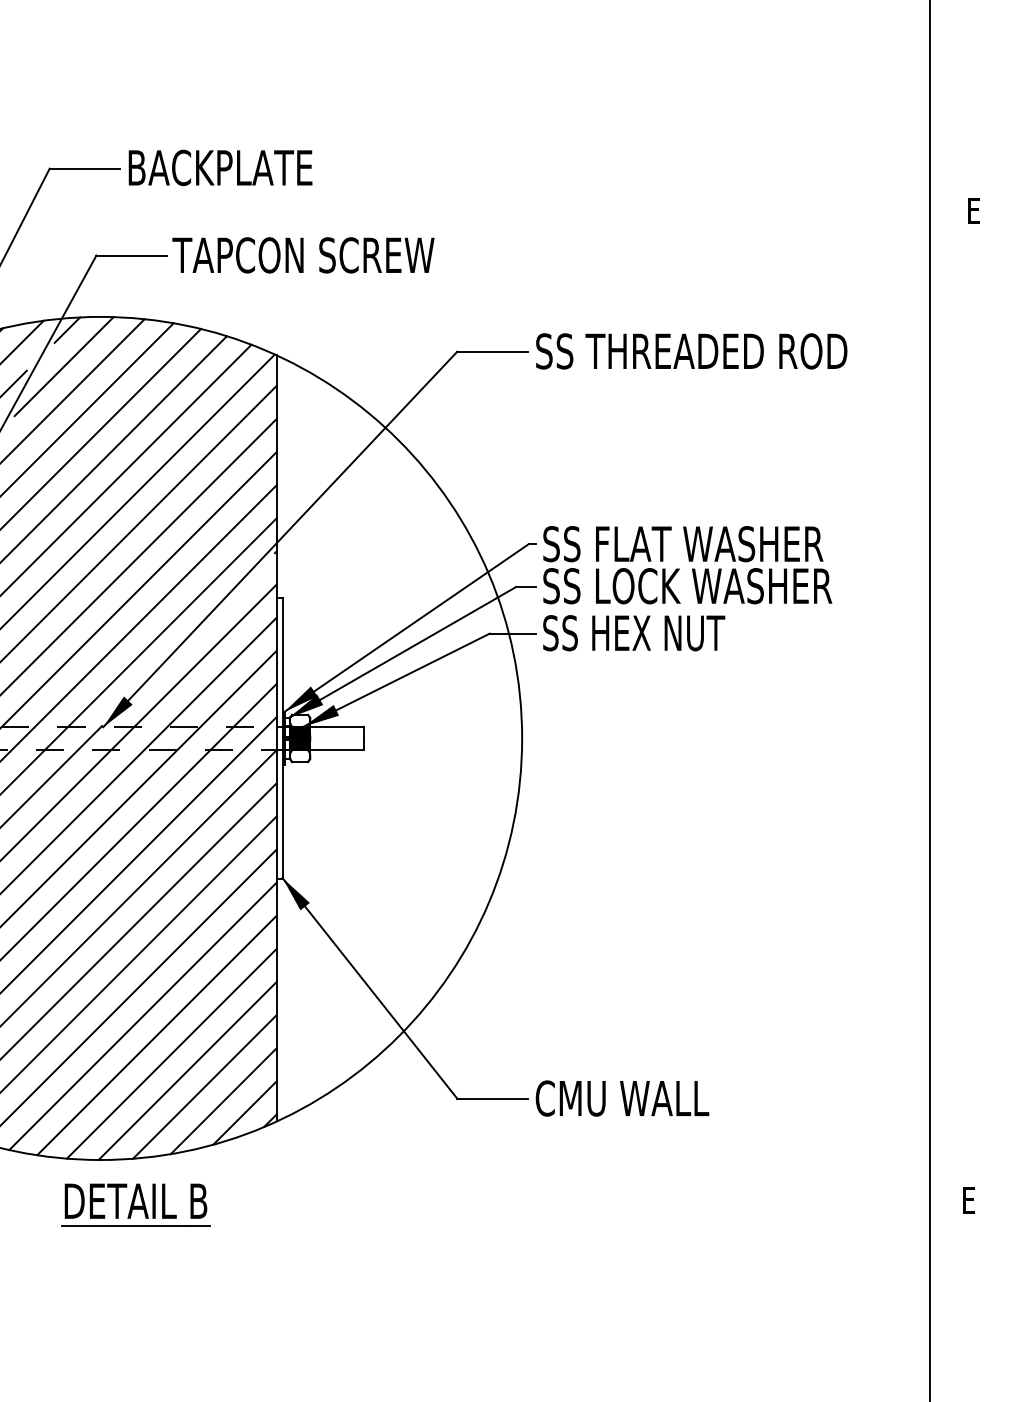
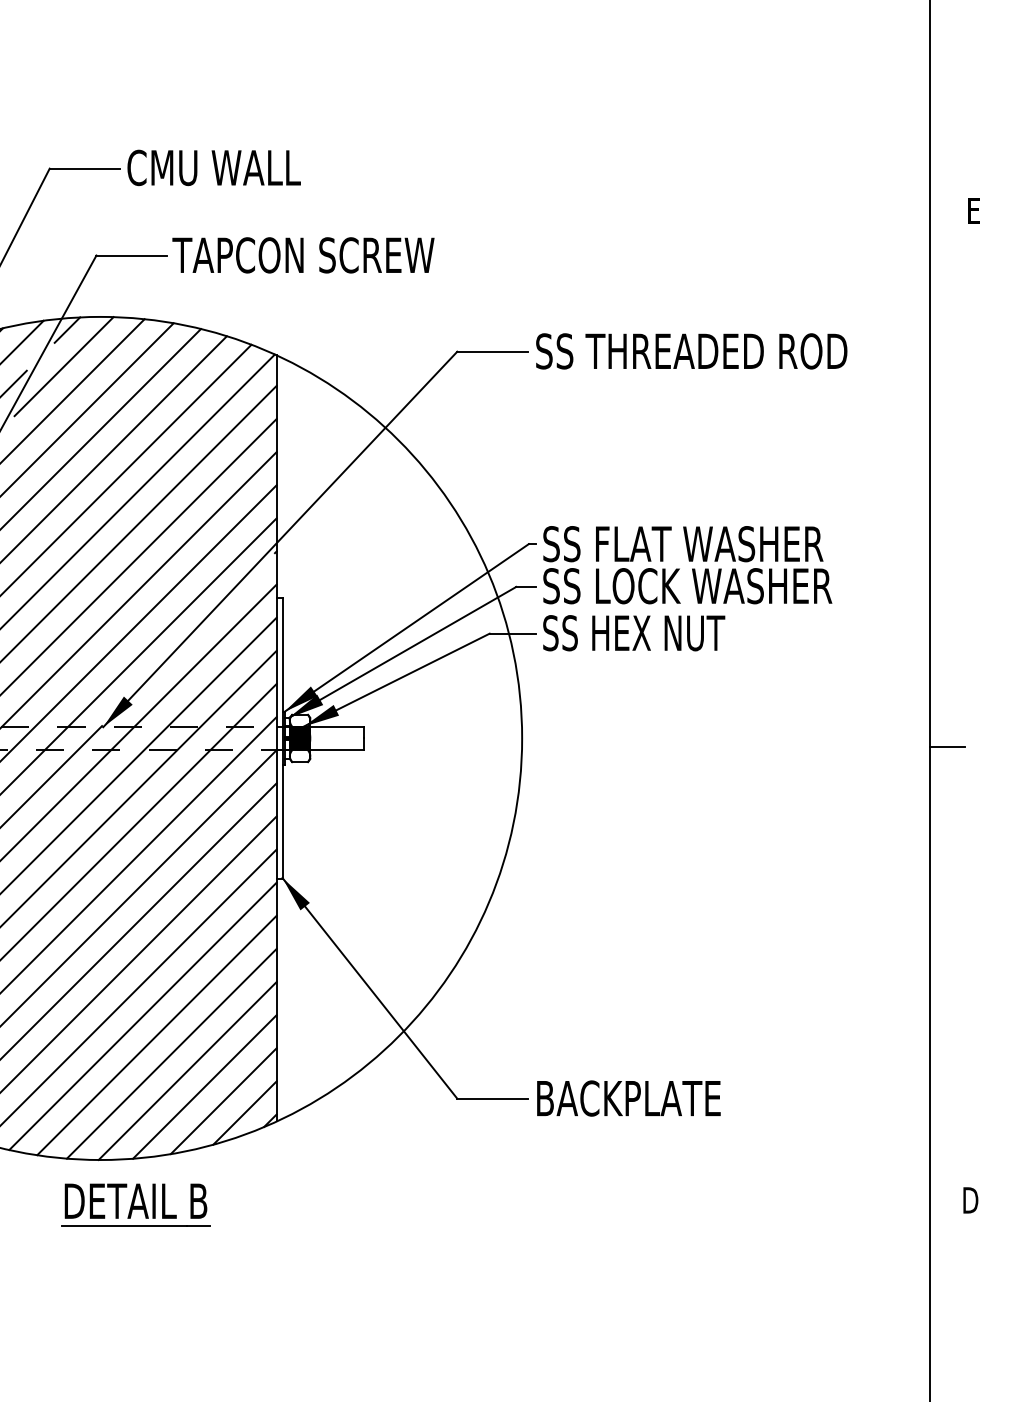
text at (219, 167): BACKPLATE -> CMU WALL
line at (947, 747): none -> present
text at (627, 1098): CMU WALL -> BACKPLATE
text at (970, 1200): E -> D
